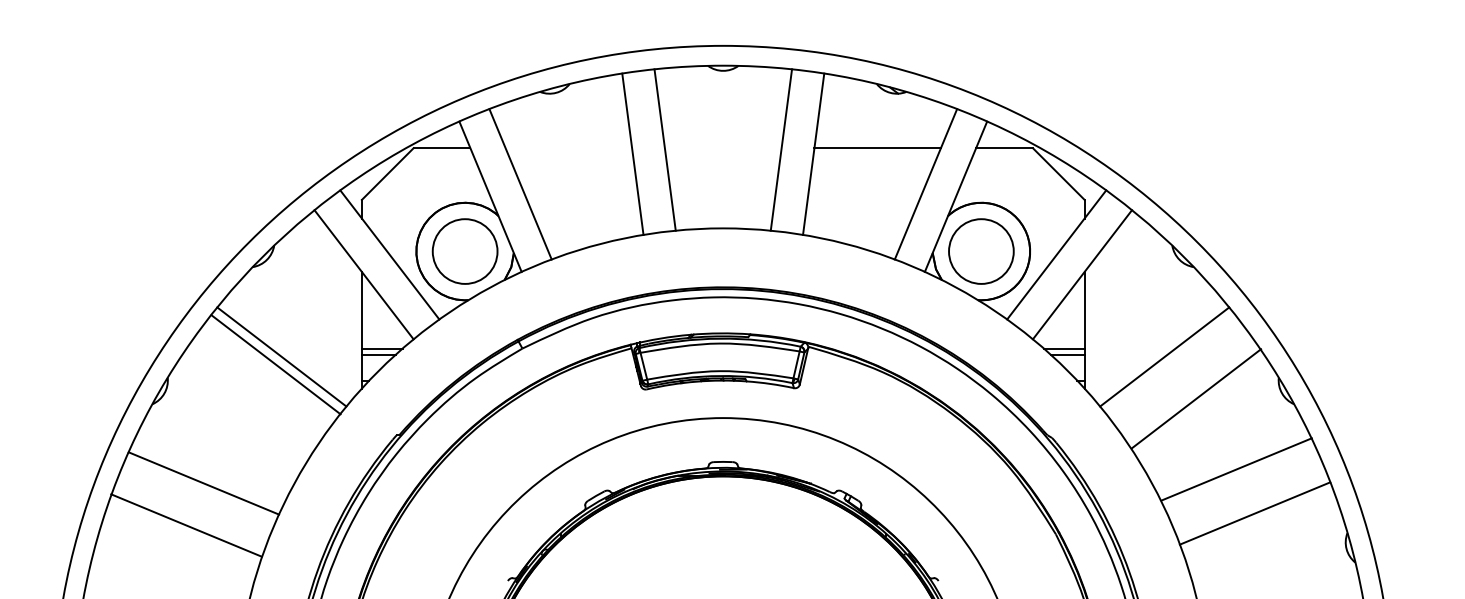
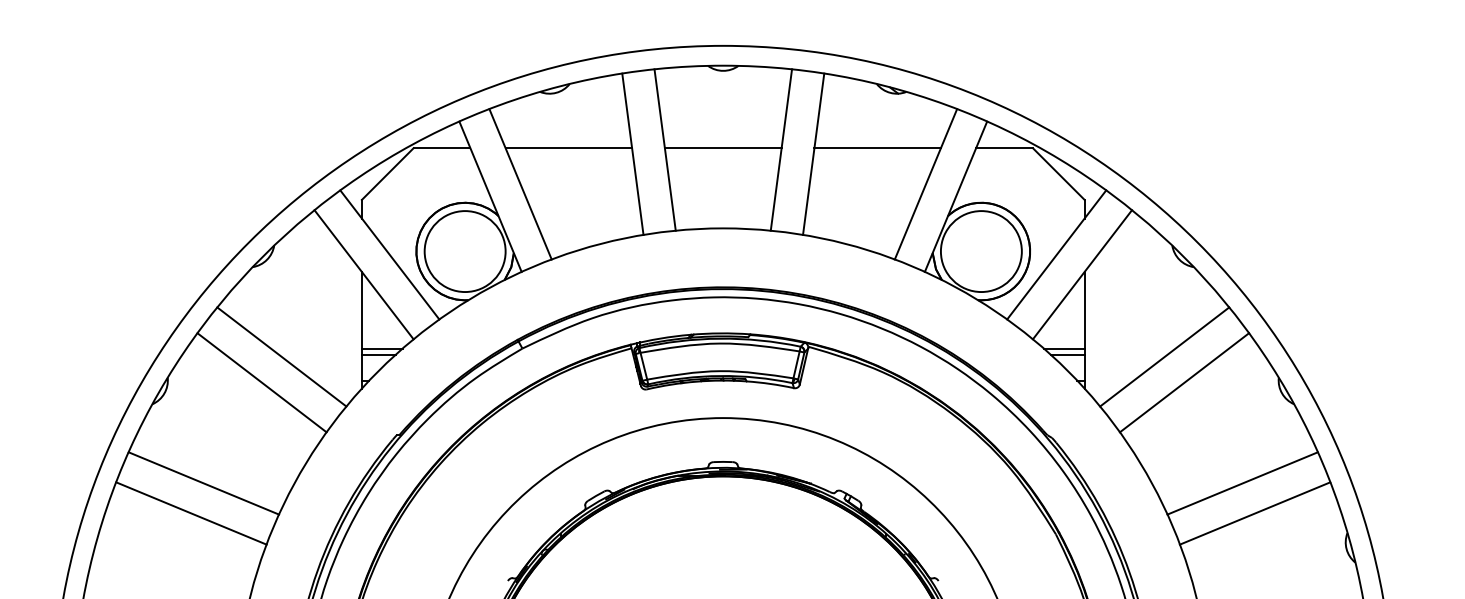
line at (568, 148): none -> present
line at (722, 148): none -> present
circle at (464, 251) diameter: 65 px -> 81 px
circle at (981, 251) diameter: 65 px -> 81 px
line at (275, 364) position: (275, 364) -> (261, 382)
line at (1196, 398) position: (1196, 398) -> (1184, 382)
line at (1236, 469) position: (1236, 469) -> (1242, 483)
line at (186, 525) position: (186, 525) -> (191, 513)
